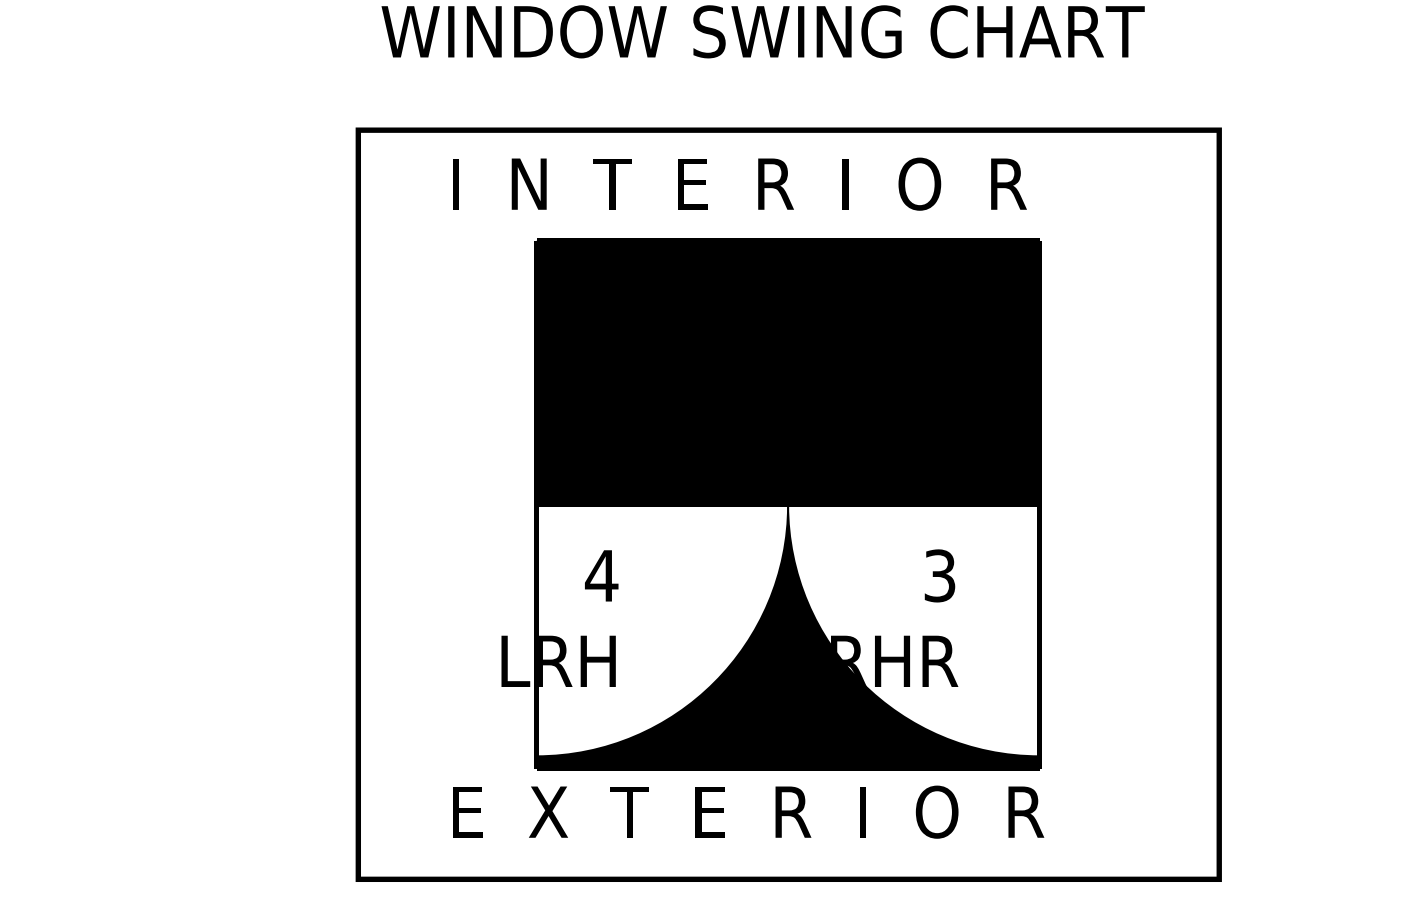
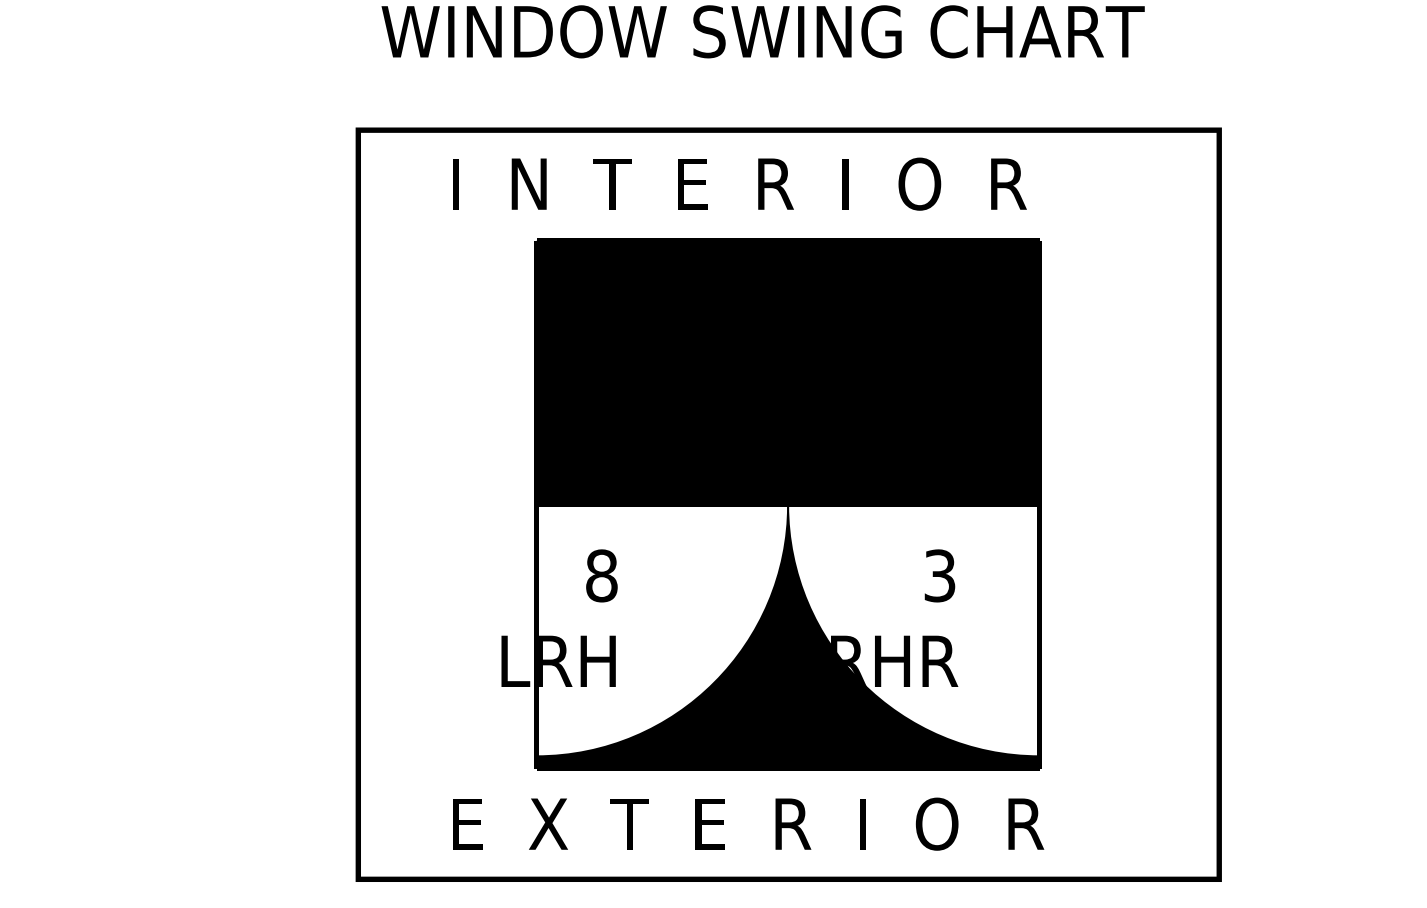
text at (601, 575): 4 -> 8
text at (748, 811) position: (748, 811) -> (748, 823)
